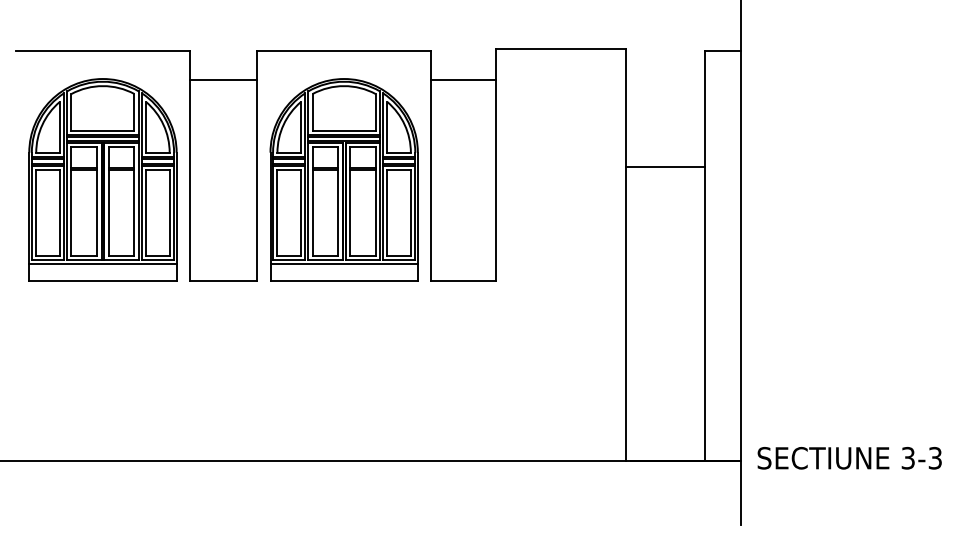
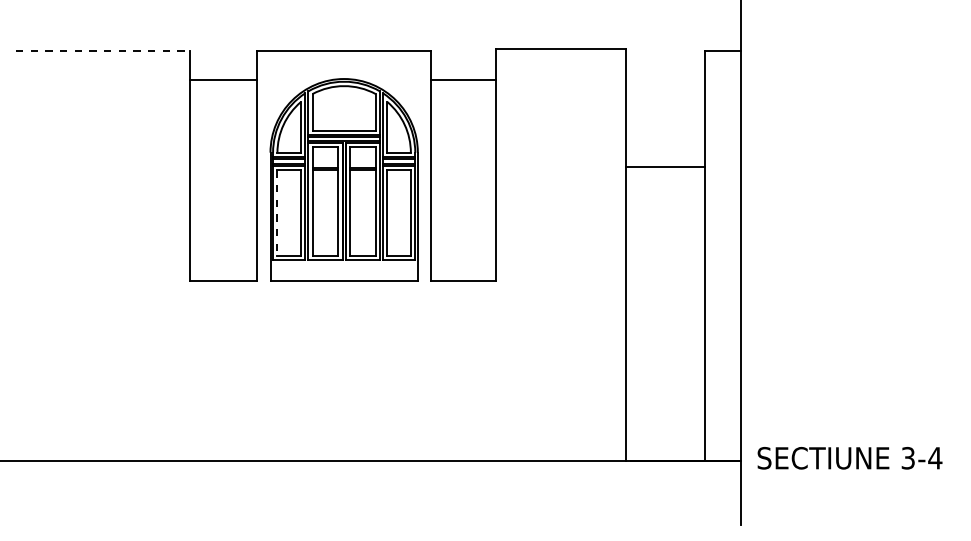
line at (102, 51): solid -> dashed
part at (102, 179): present -> none
line at (277, 213): solid -> dashed
line at (343, 264): present -> none
text at (935, 457): 3-3 -> 3-4
